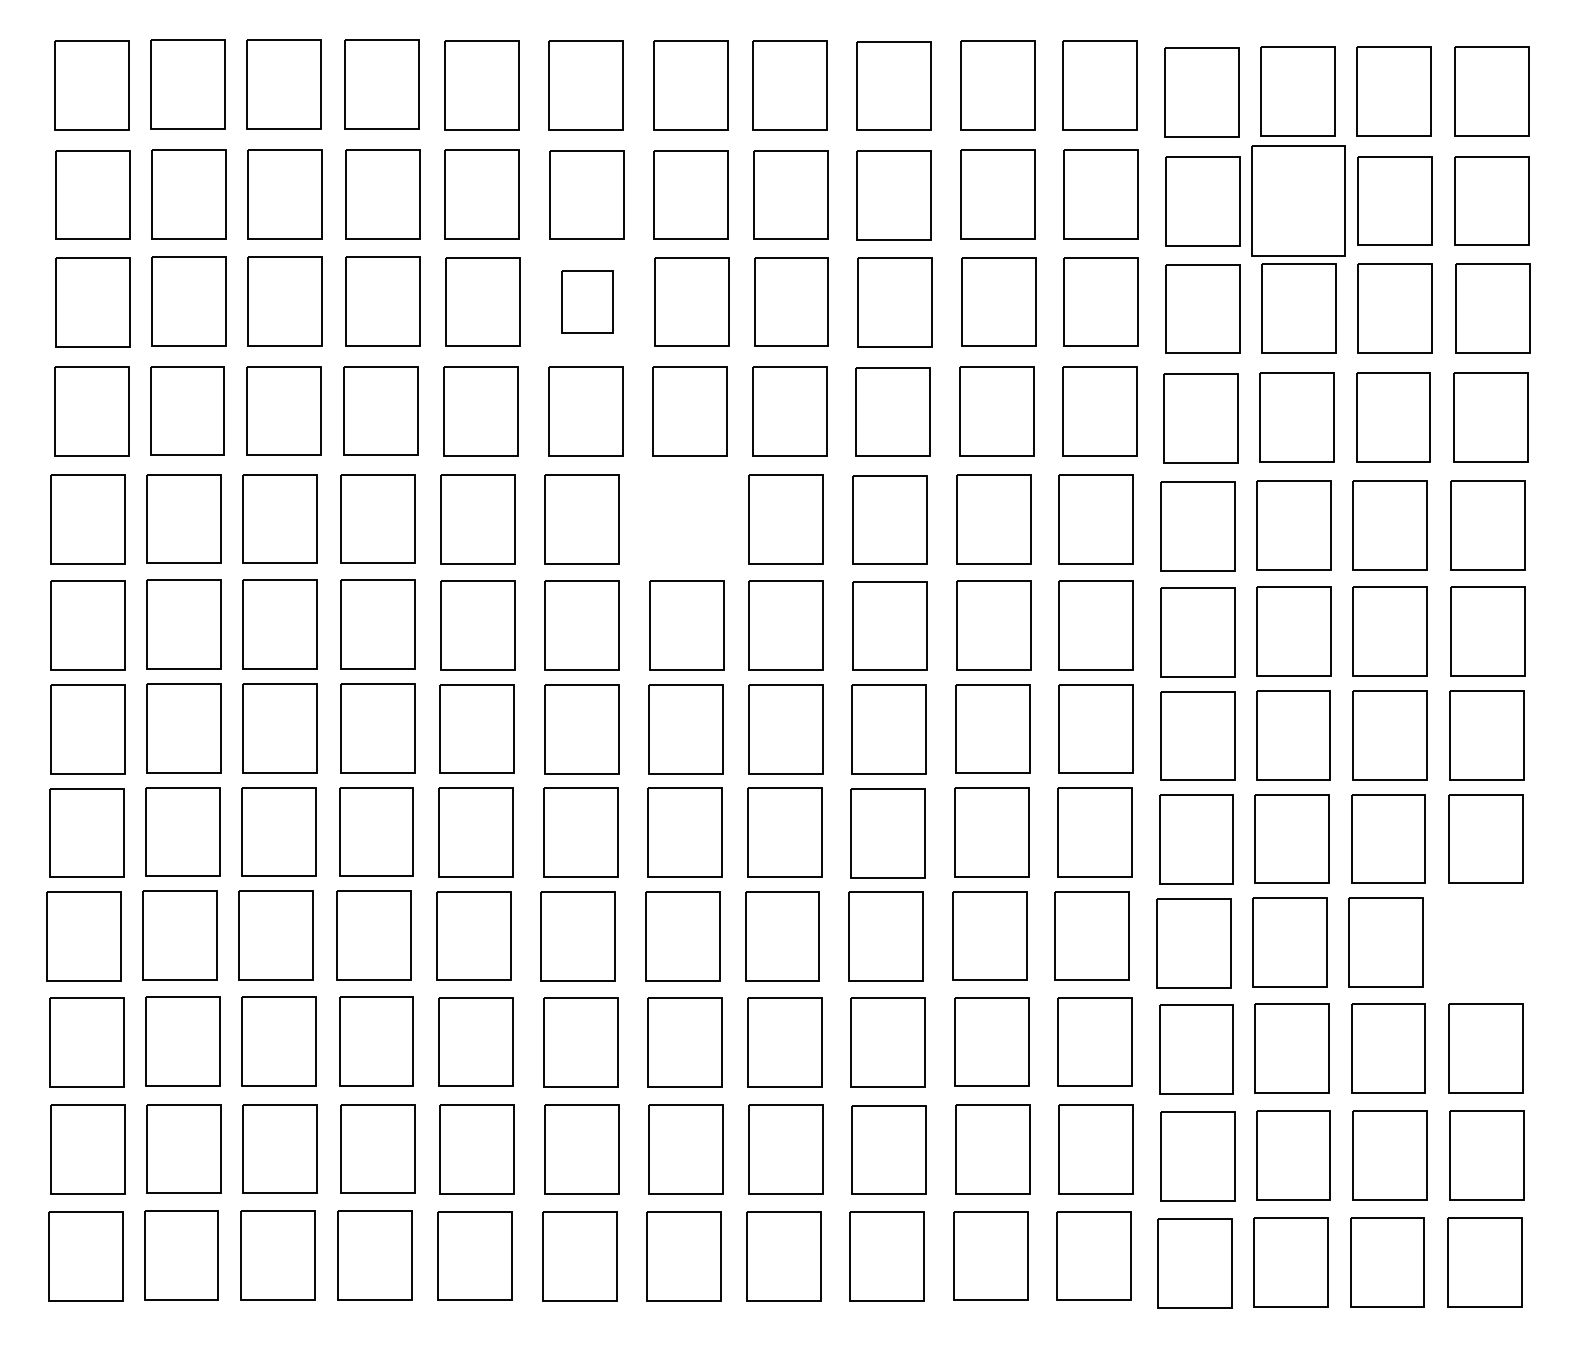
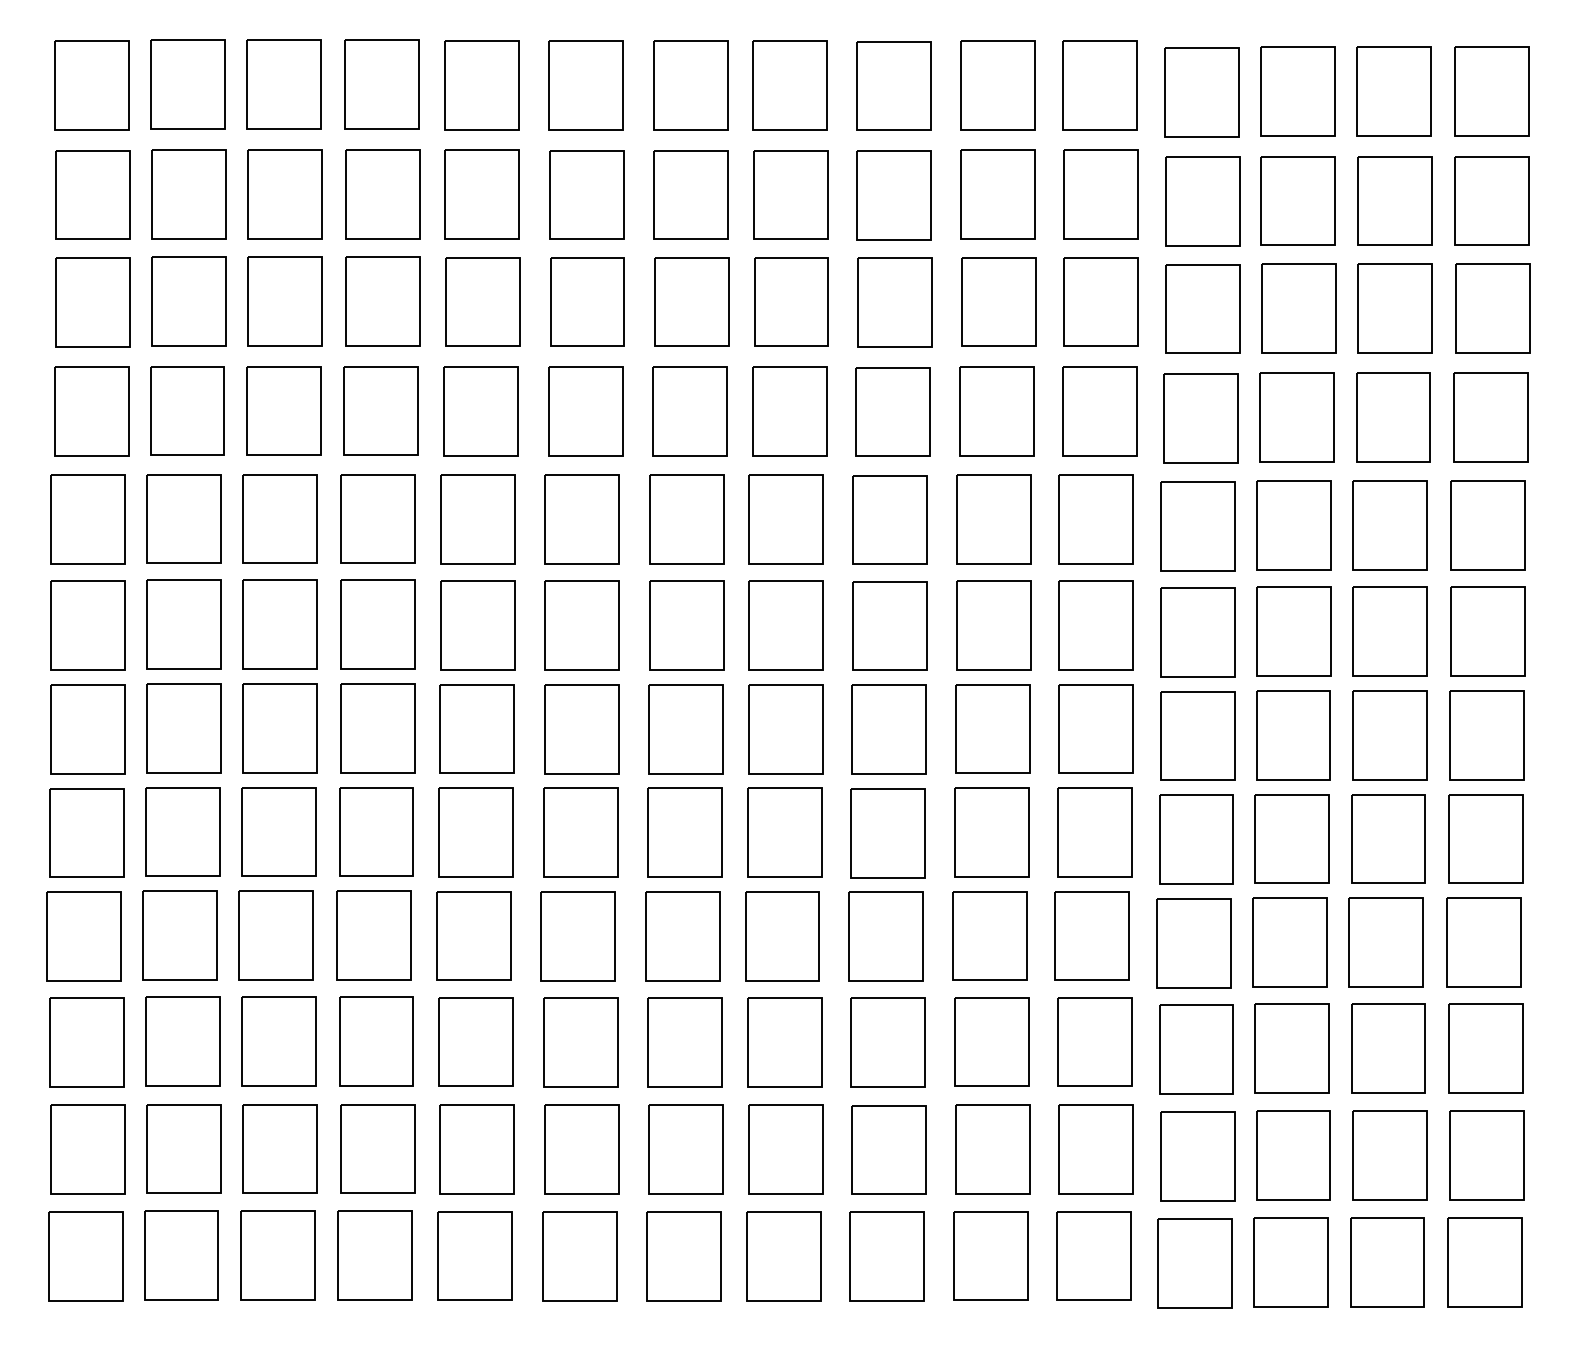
part at (1298, 200) size: 95x112 px -> 76x90 px
part at (587, 301) size: 53x64 px -> 75x90 px
part at (686, 519): none -> present
part at (1483, 942): none -> present
